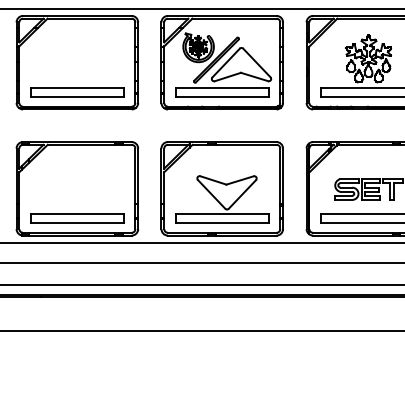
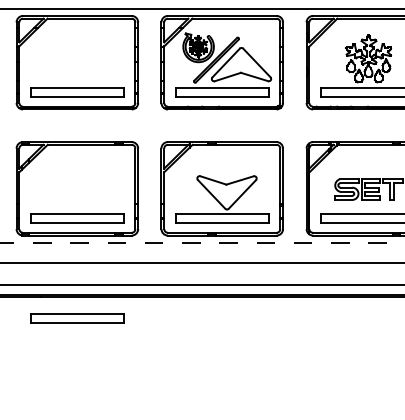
line at (202, 242): solid -> dashed
part at (77, 318): none -> present
line at (201, 330): present -> none
